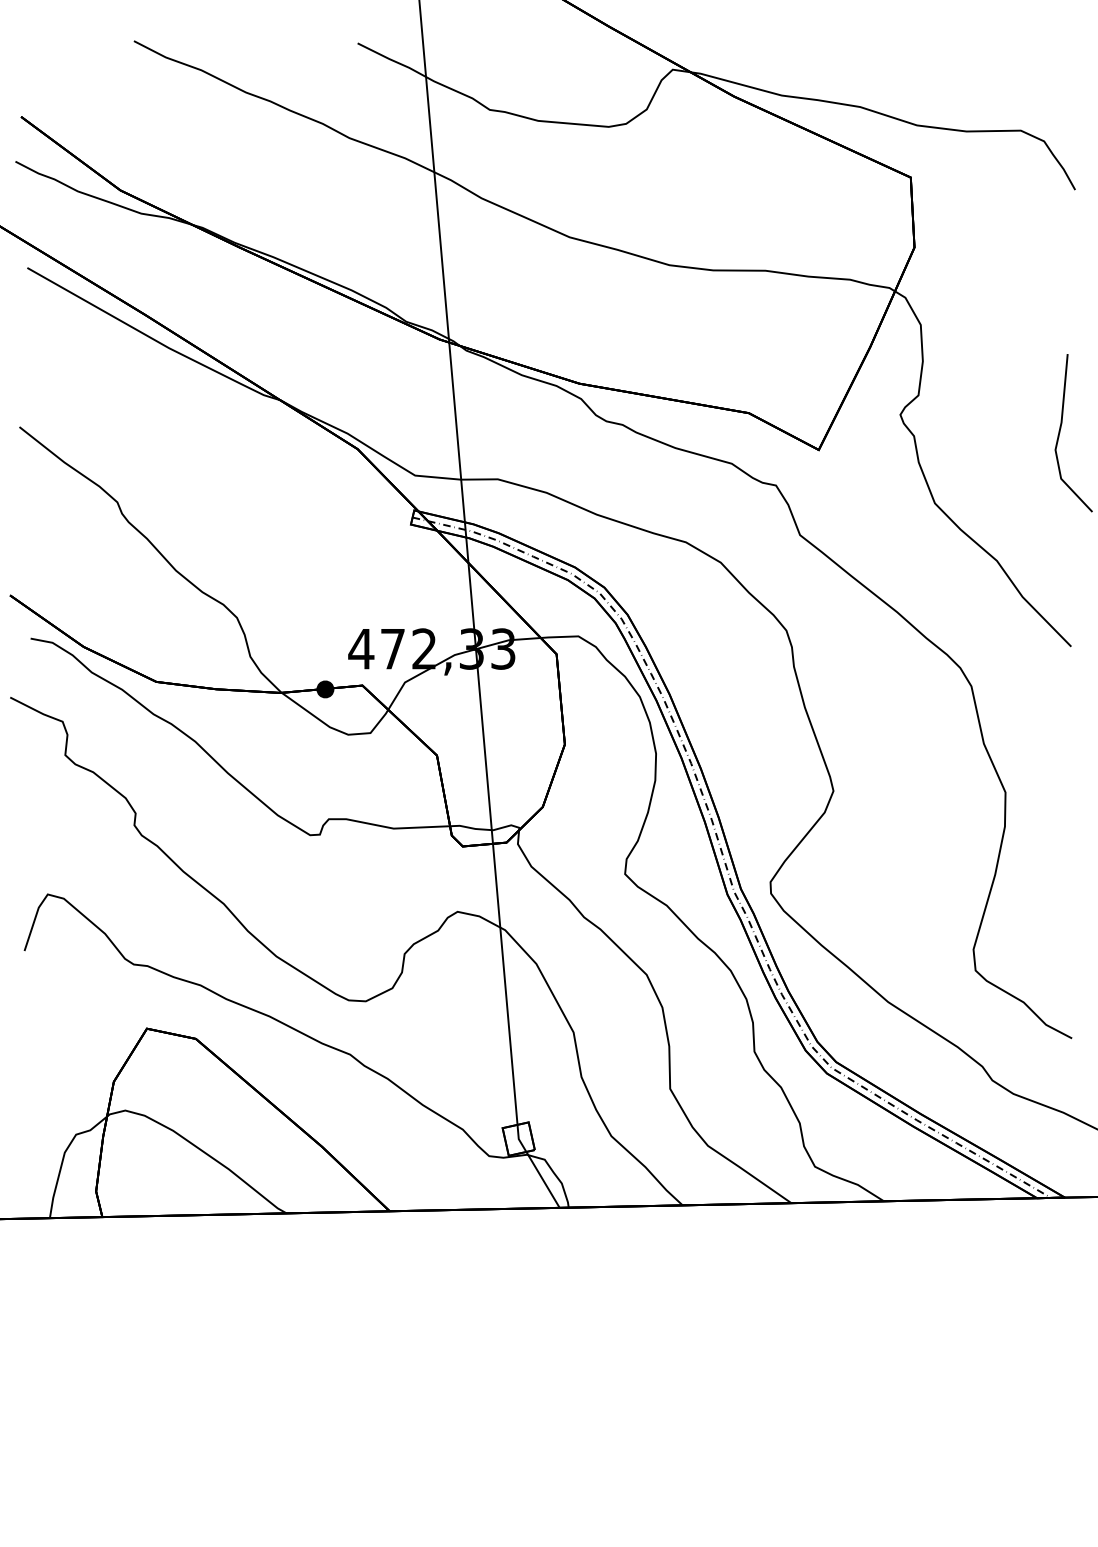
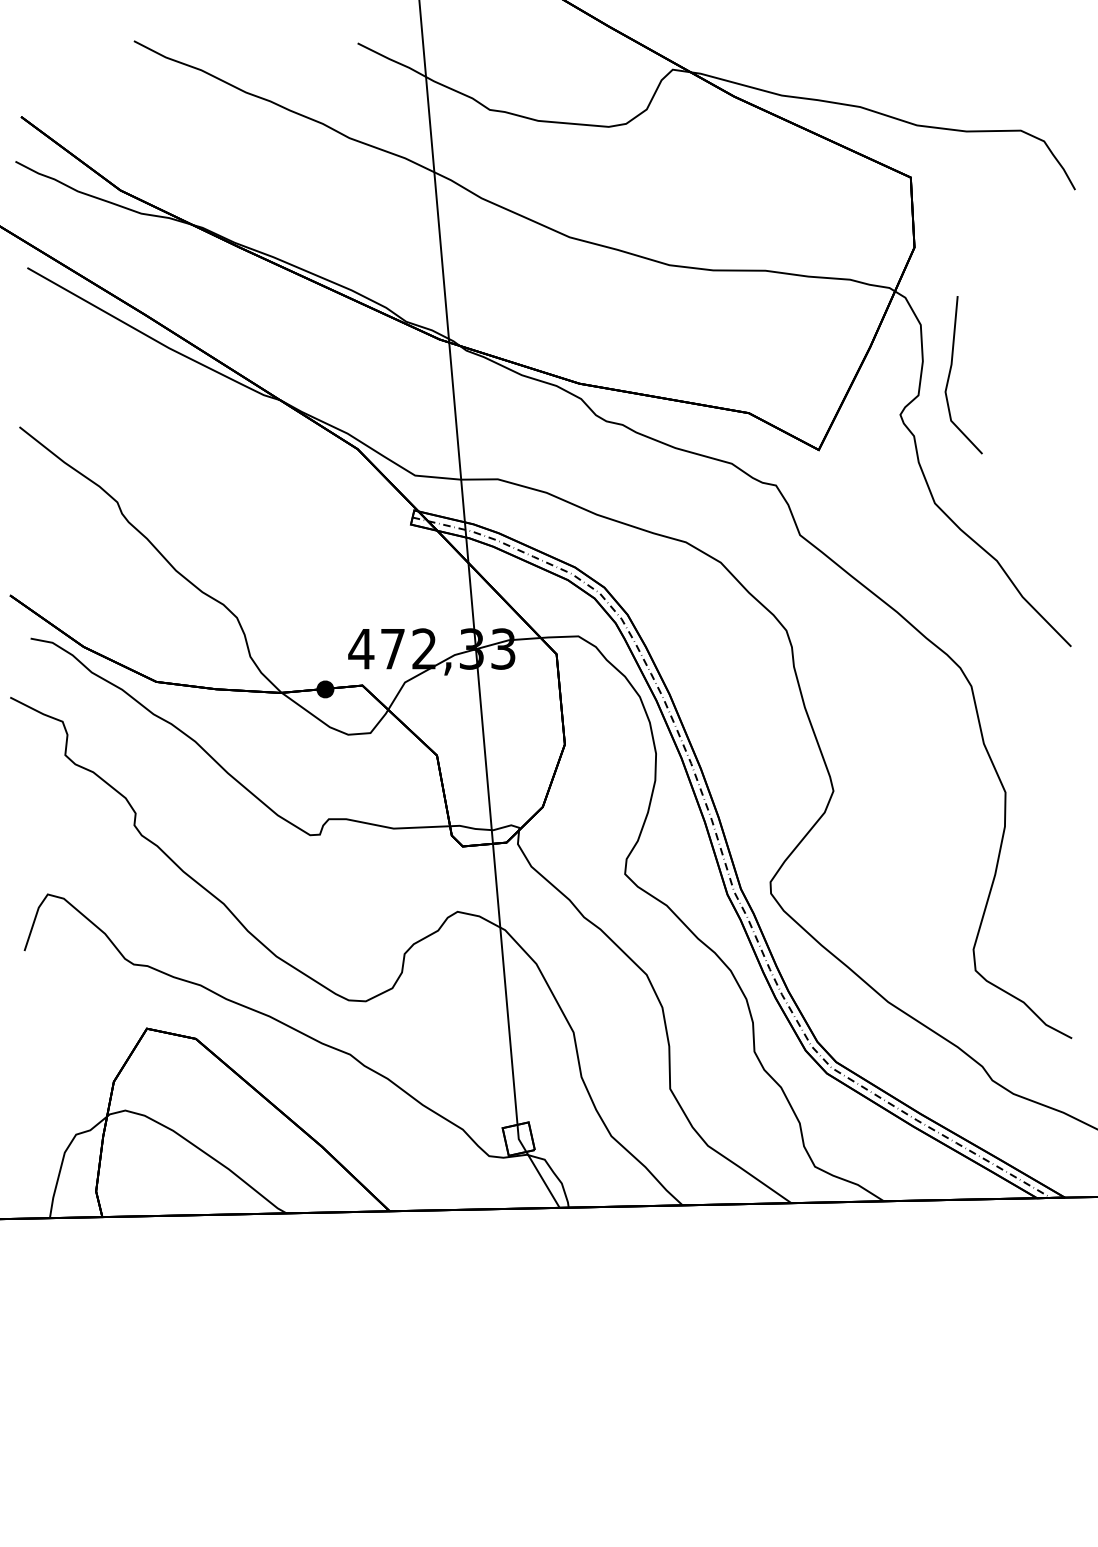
line at (1061, 428) position: (1061, 428) -> (951, 370)
